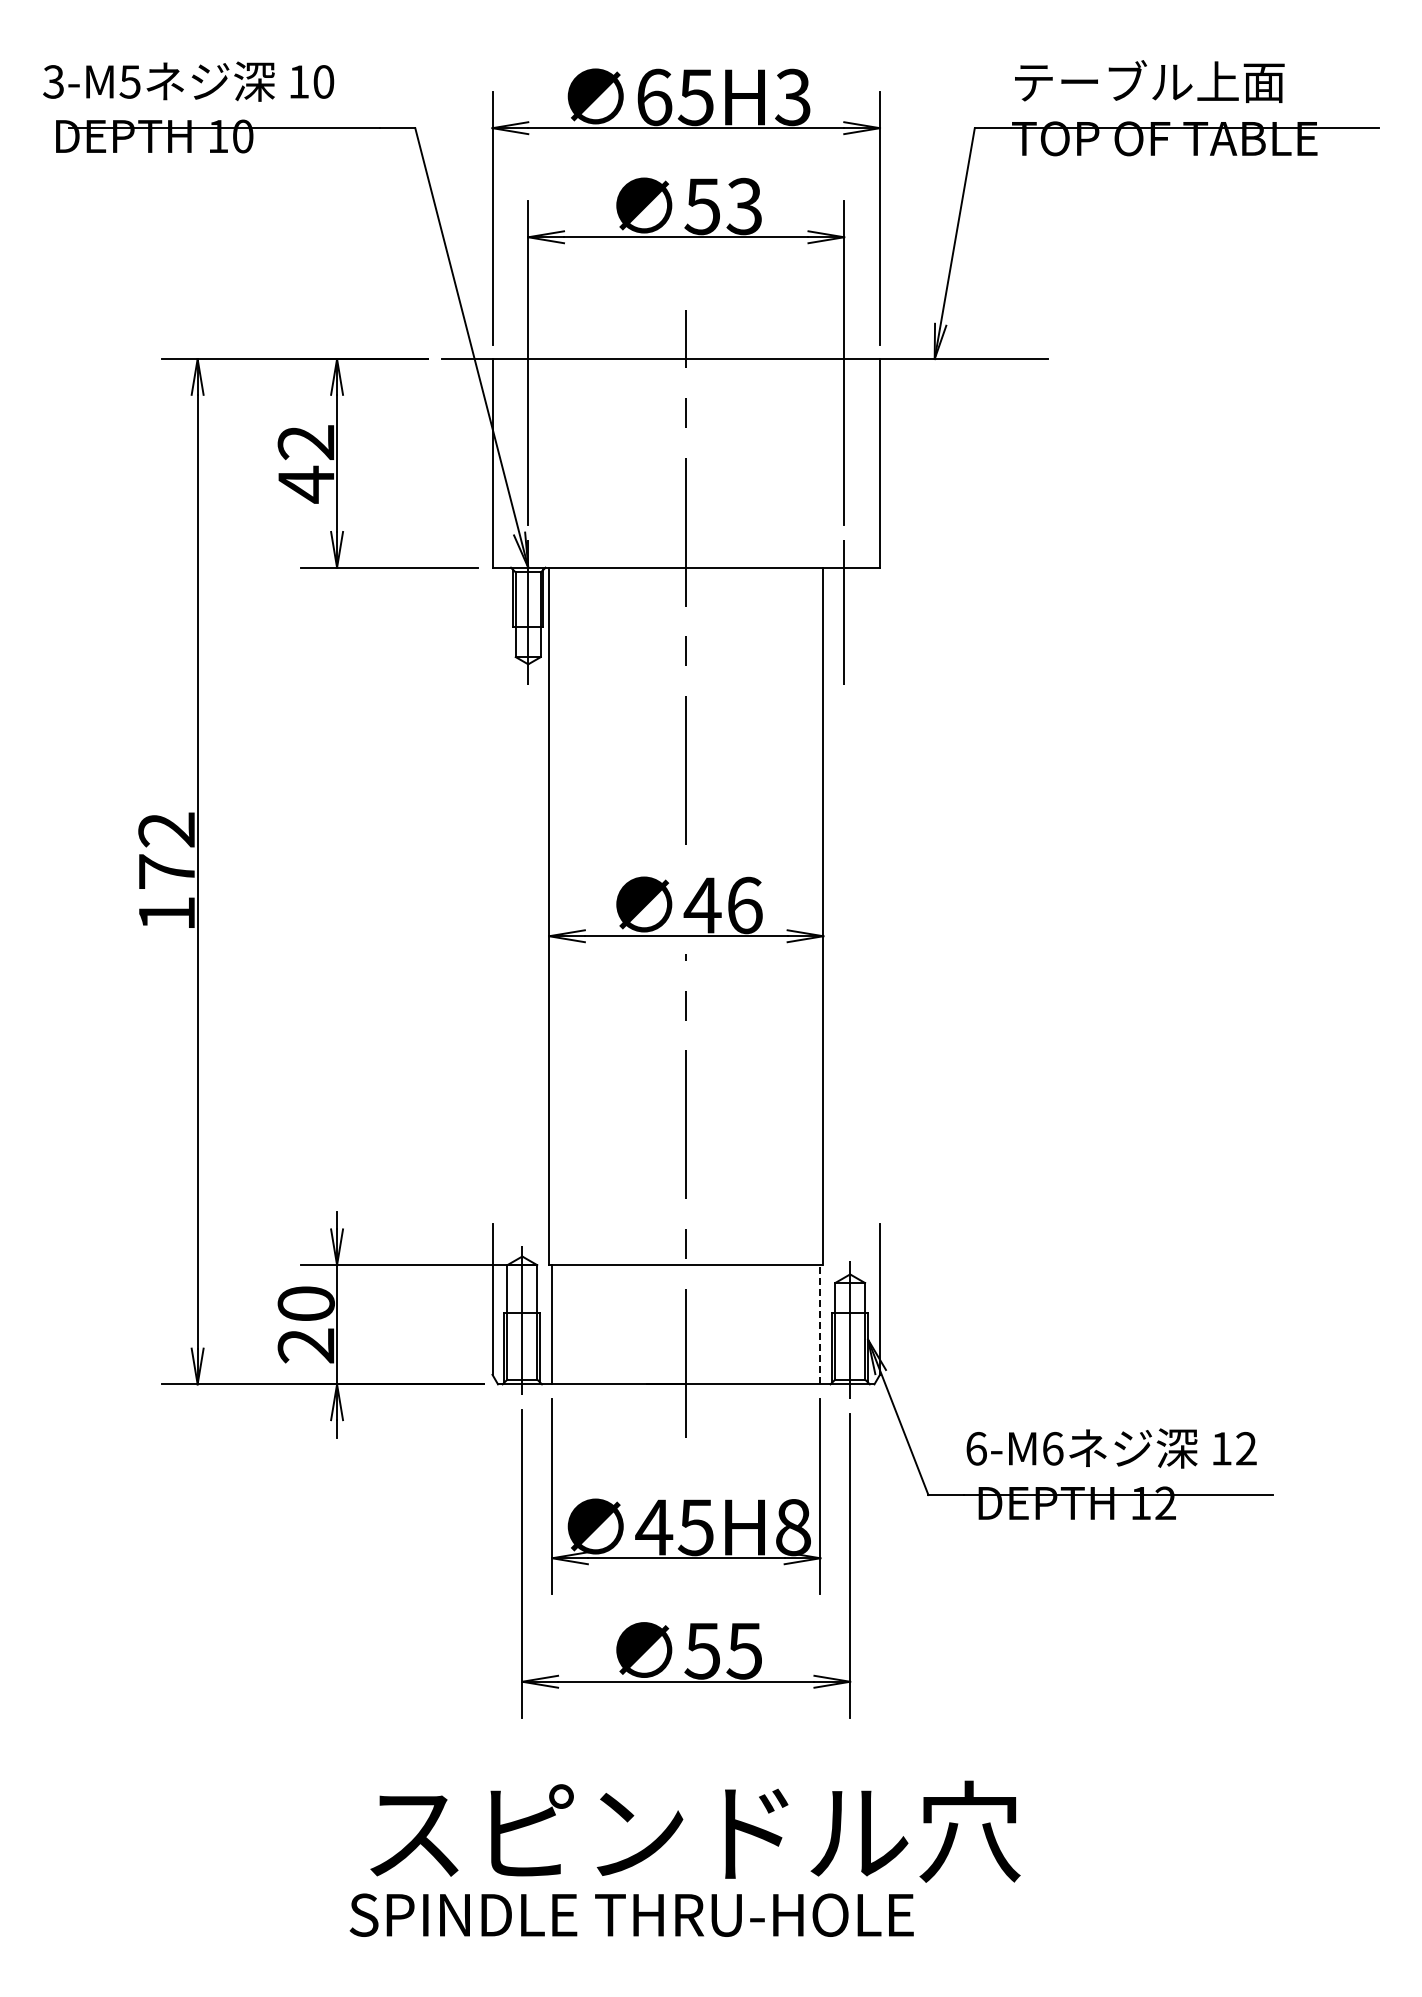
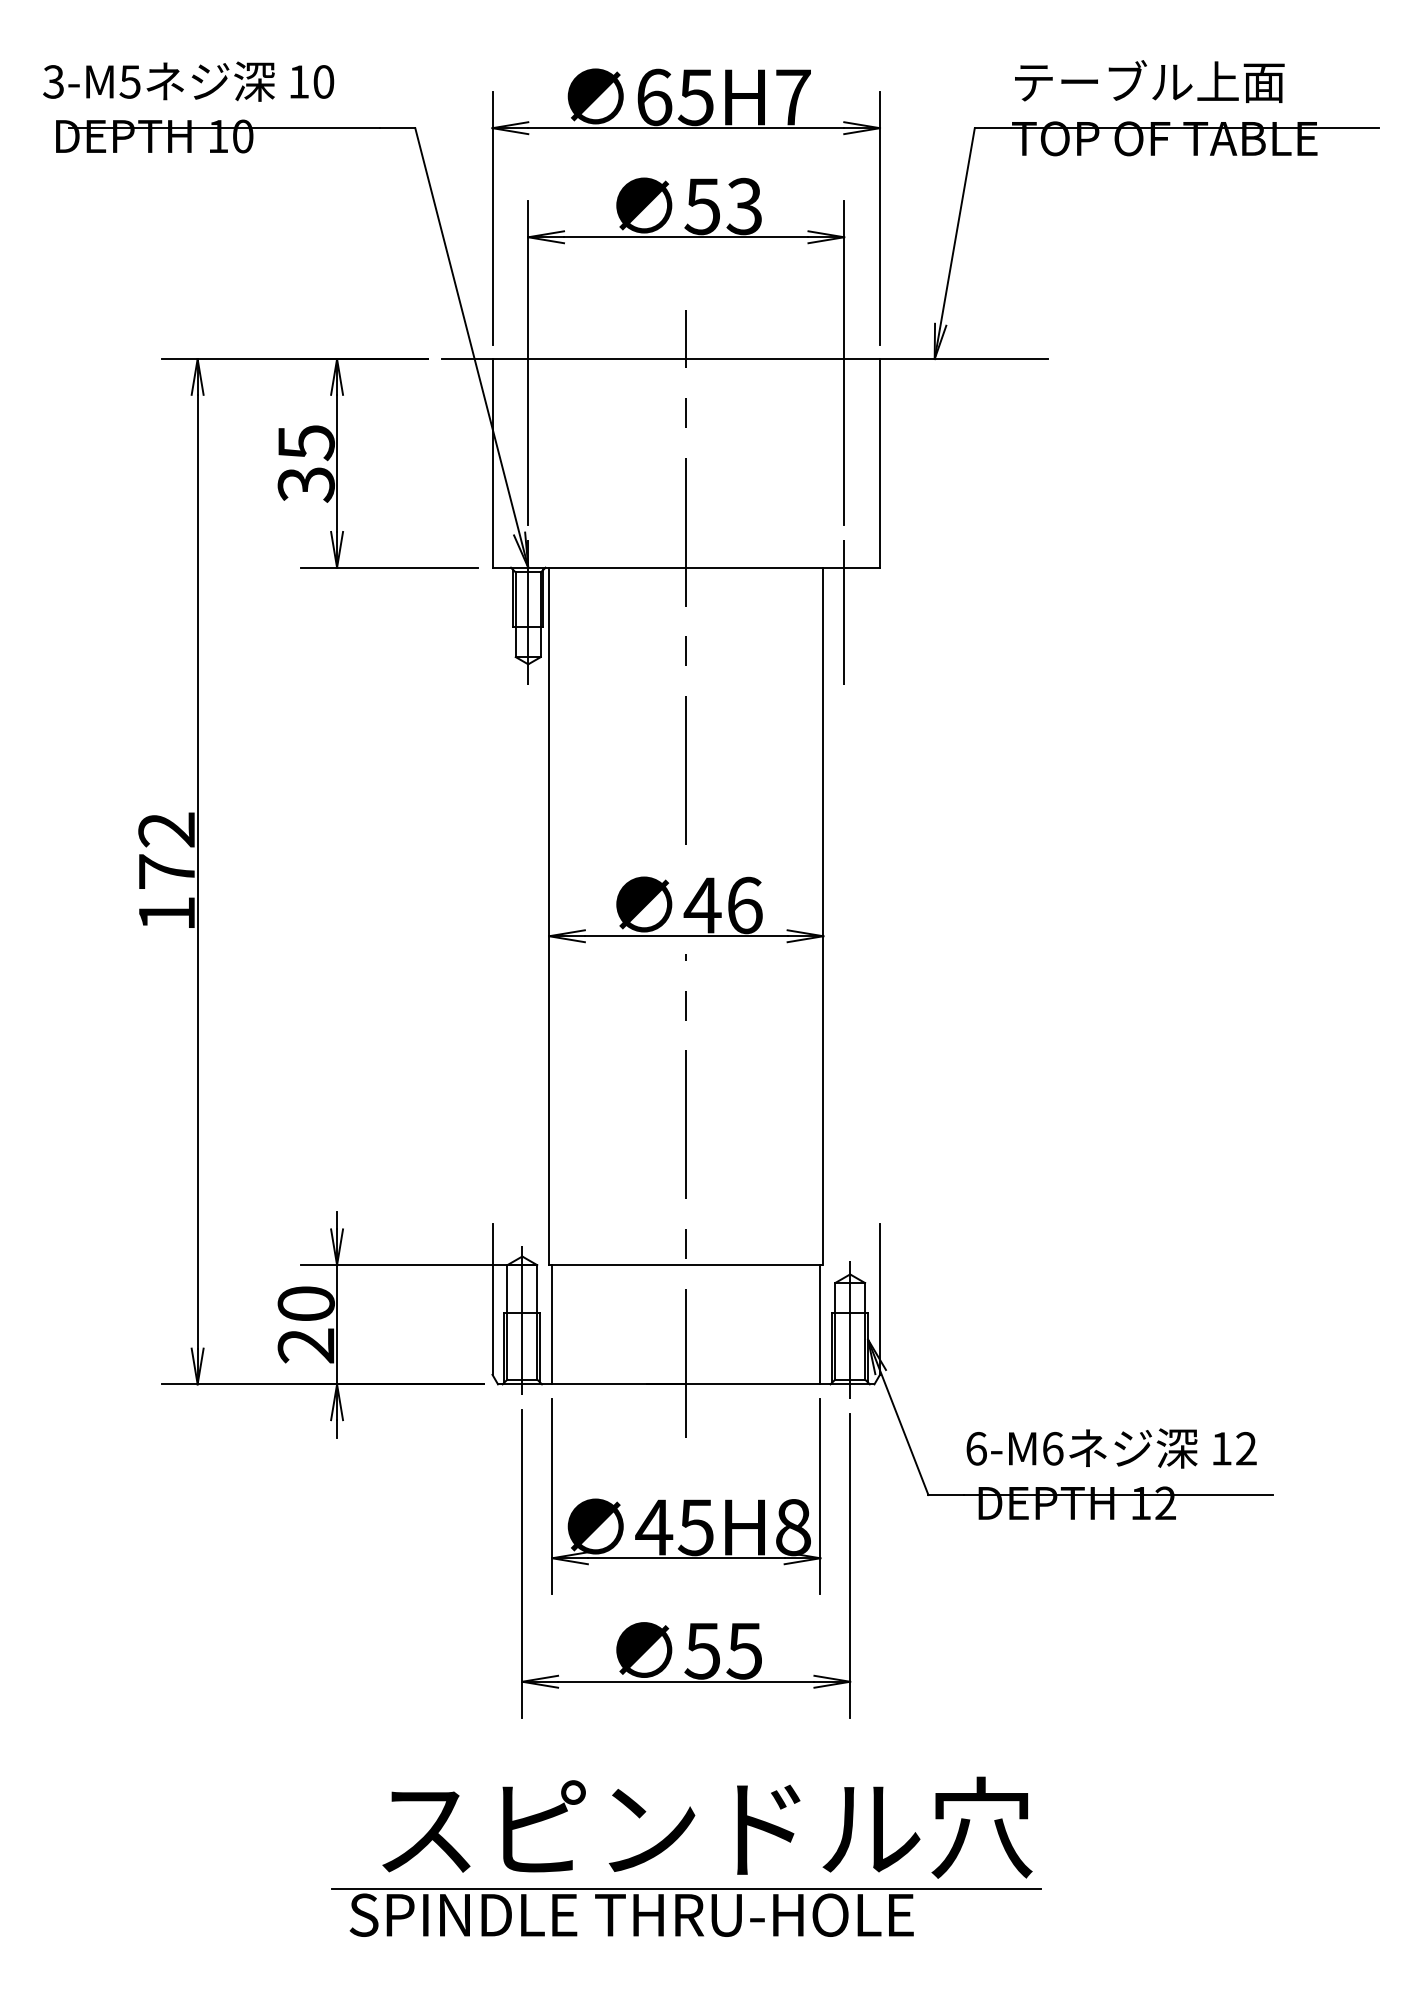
text at (792, 97): 65H3 -> 65H7
text at (305, 464): 42 -> 35
line at (820, 1324): dashed -> solid
text at (695, 1831) position: (695, 1831) -> (707, 1827)
line at (685, 1888): none -> present
